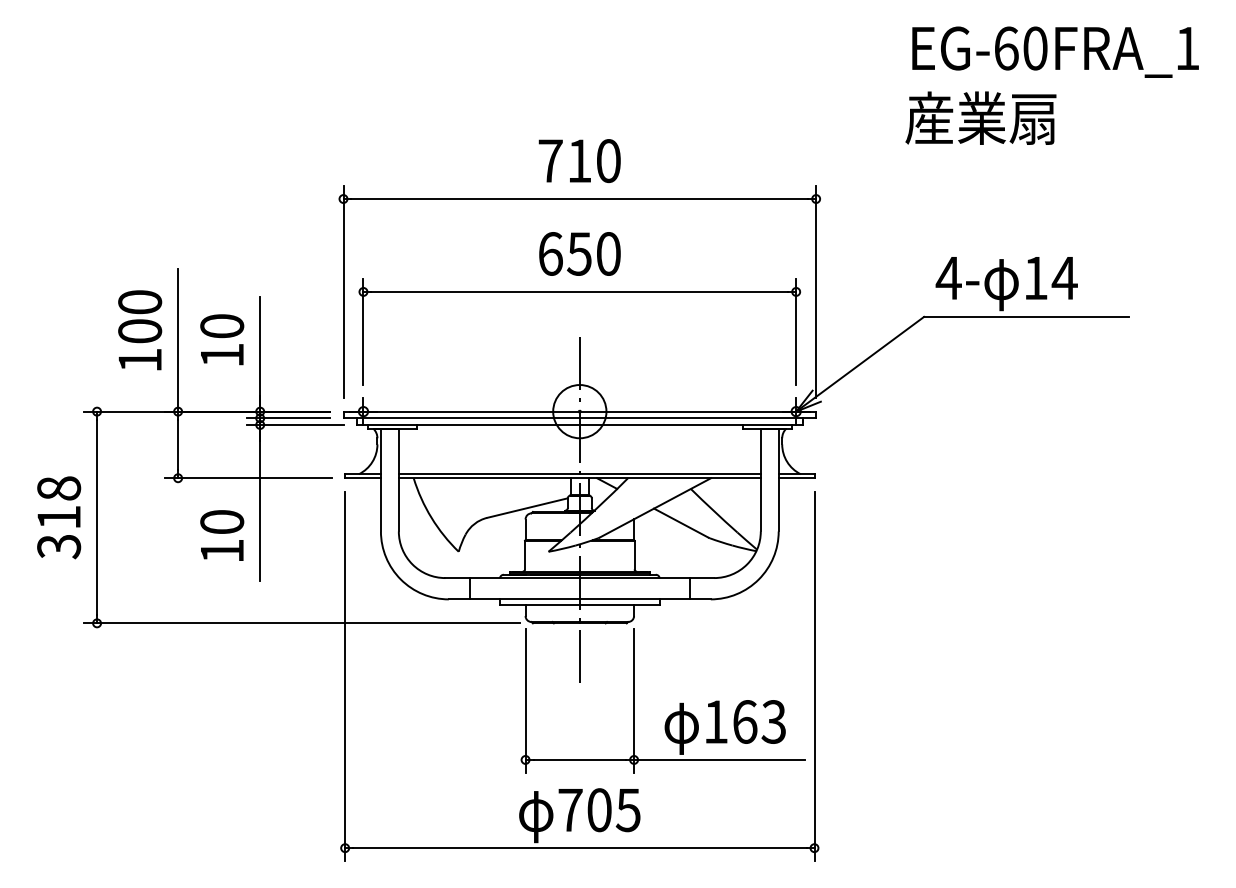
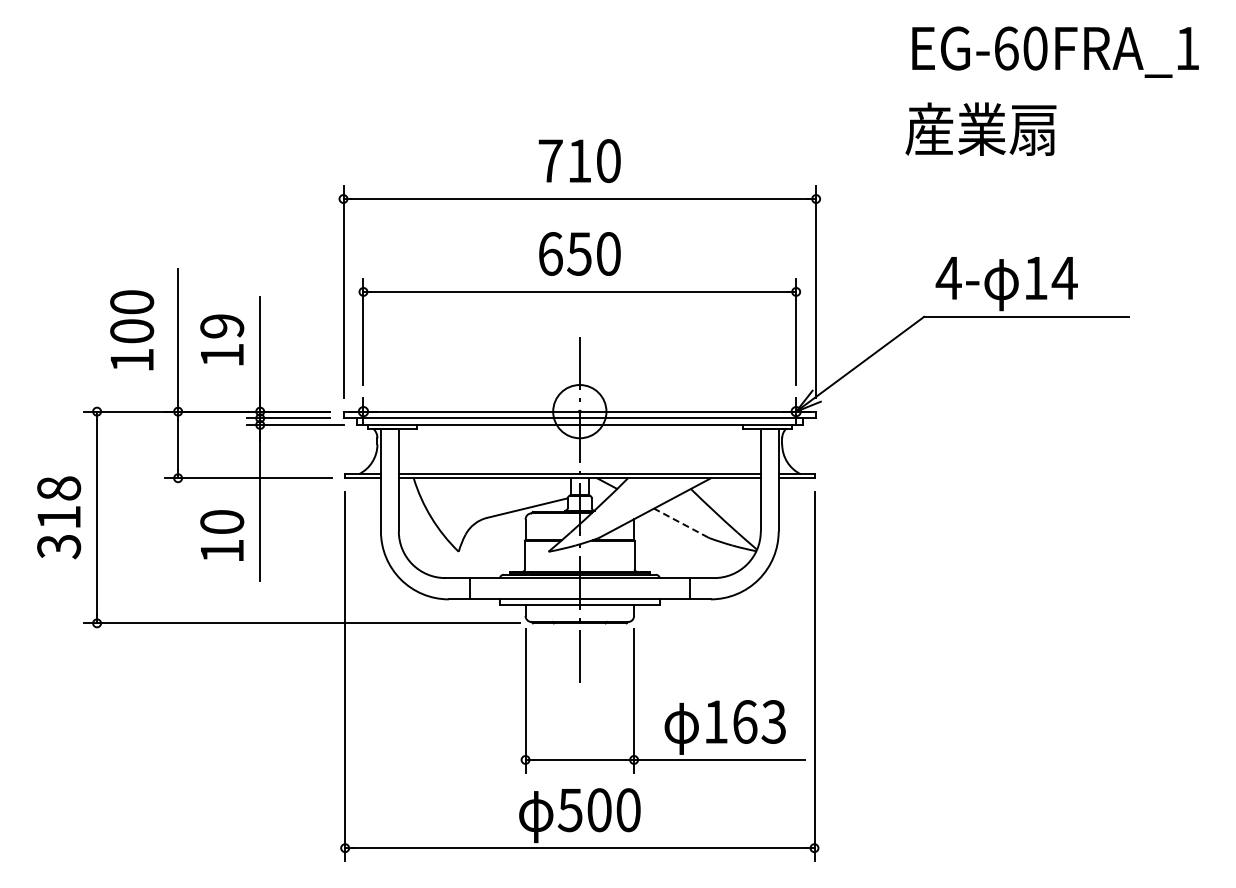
text at (980, 117) position: (980, 117) -> (980, 128)
text at (222, 326): 10 -> 19
text at (140, 330) position: (140, 330) -> (132, 330)
line at (681, 523): solid -> dashed
text at (598, 810): 705 -> 500
